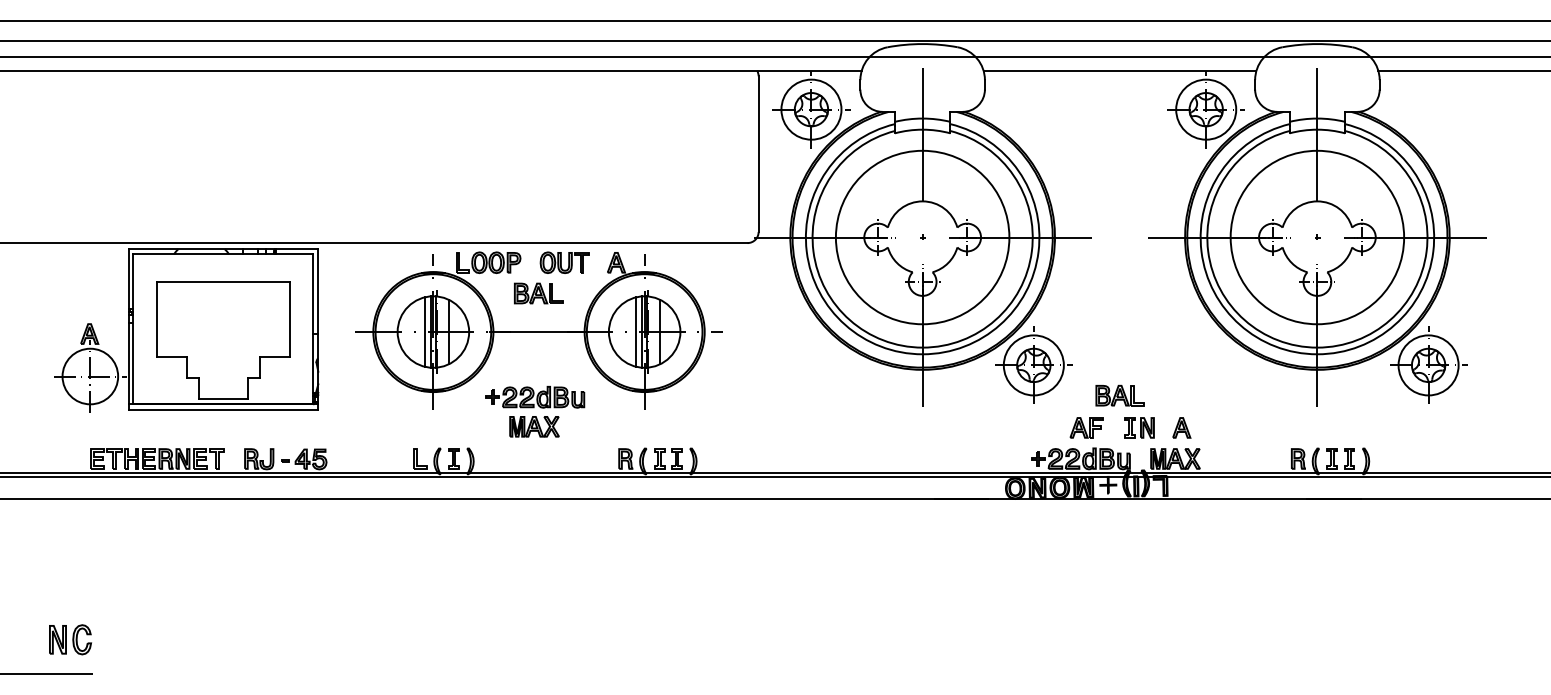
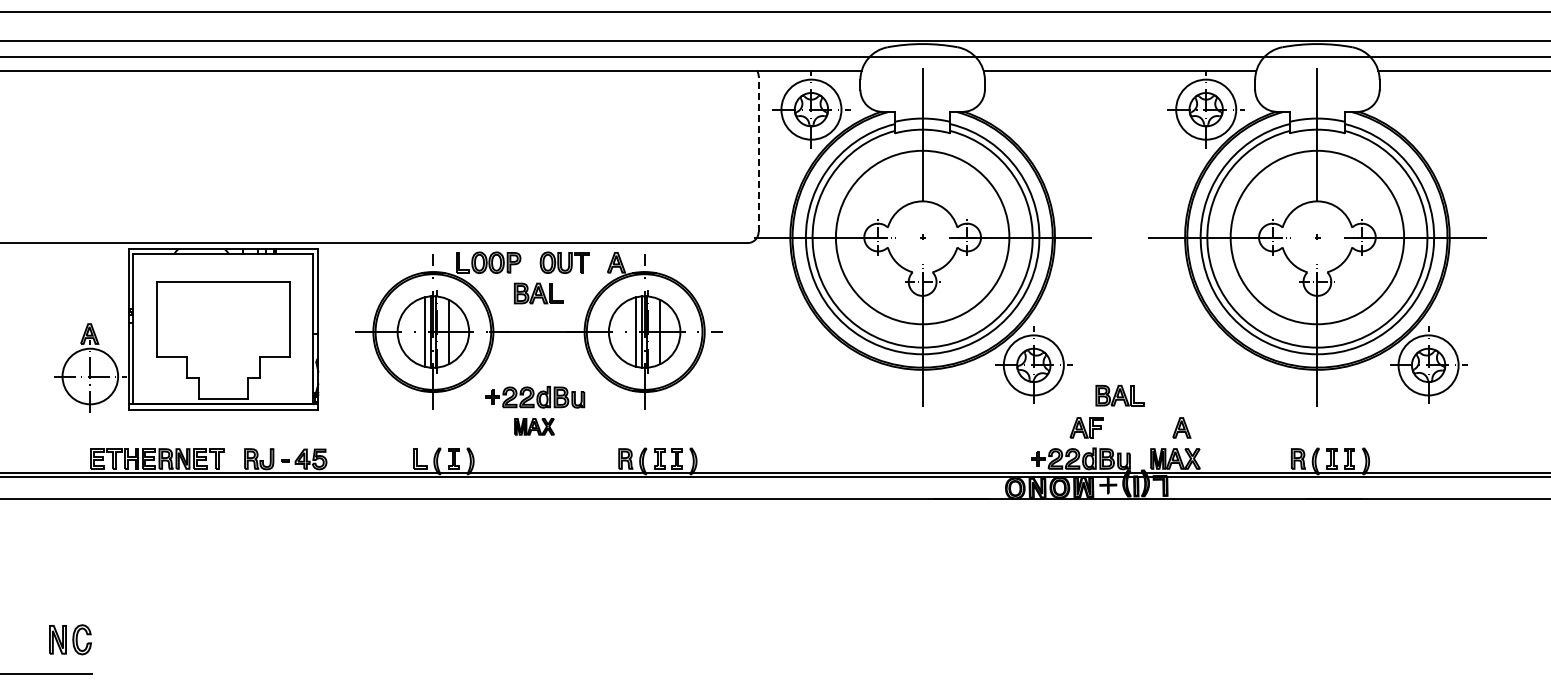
line at (774, 20) position: (774, 20) -> (774, 11)
line at (758, 154): solid -> dashed
part at (534, 426) size: 51x22 px -> 41x18 px
part at (1139, 427): present -> none
